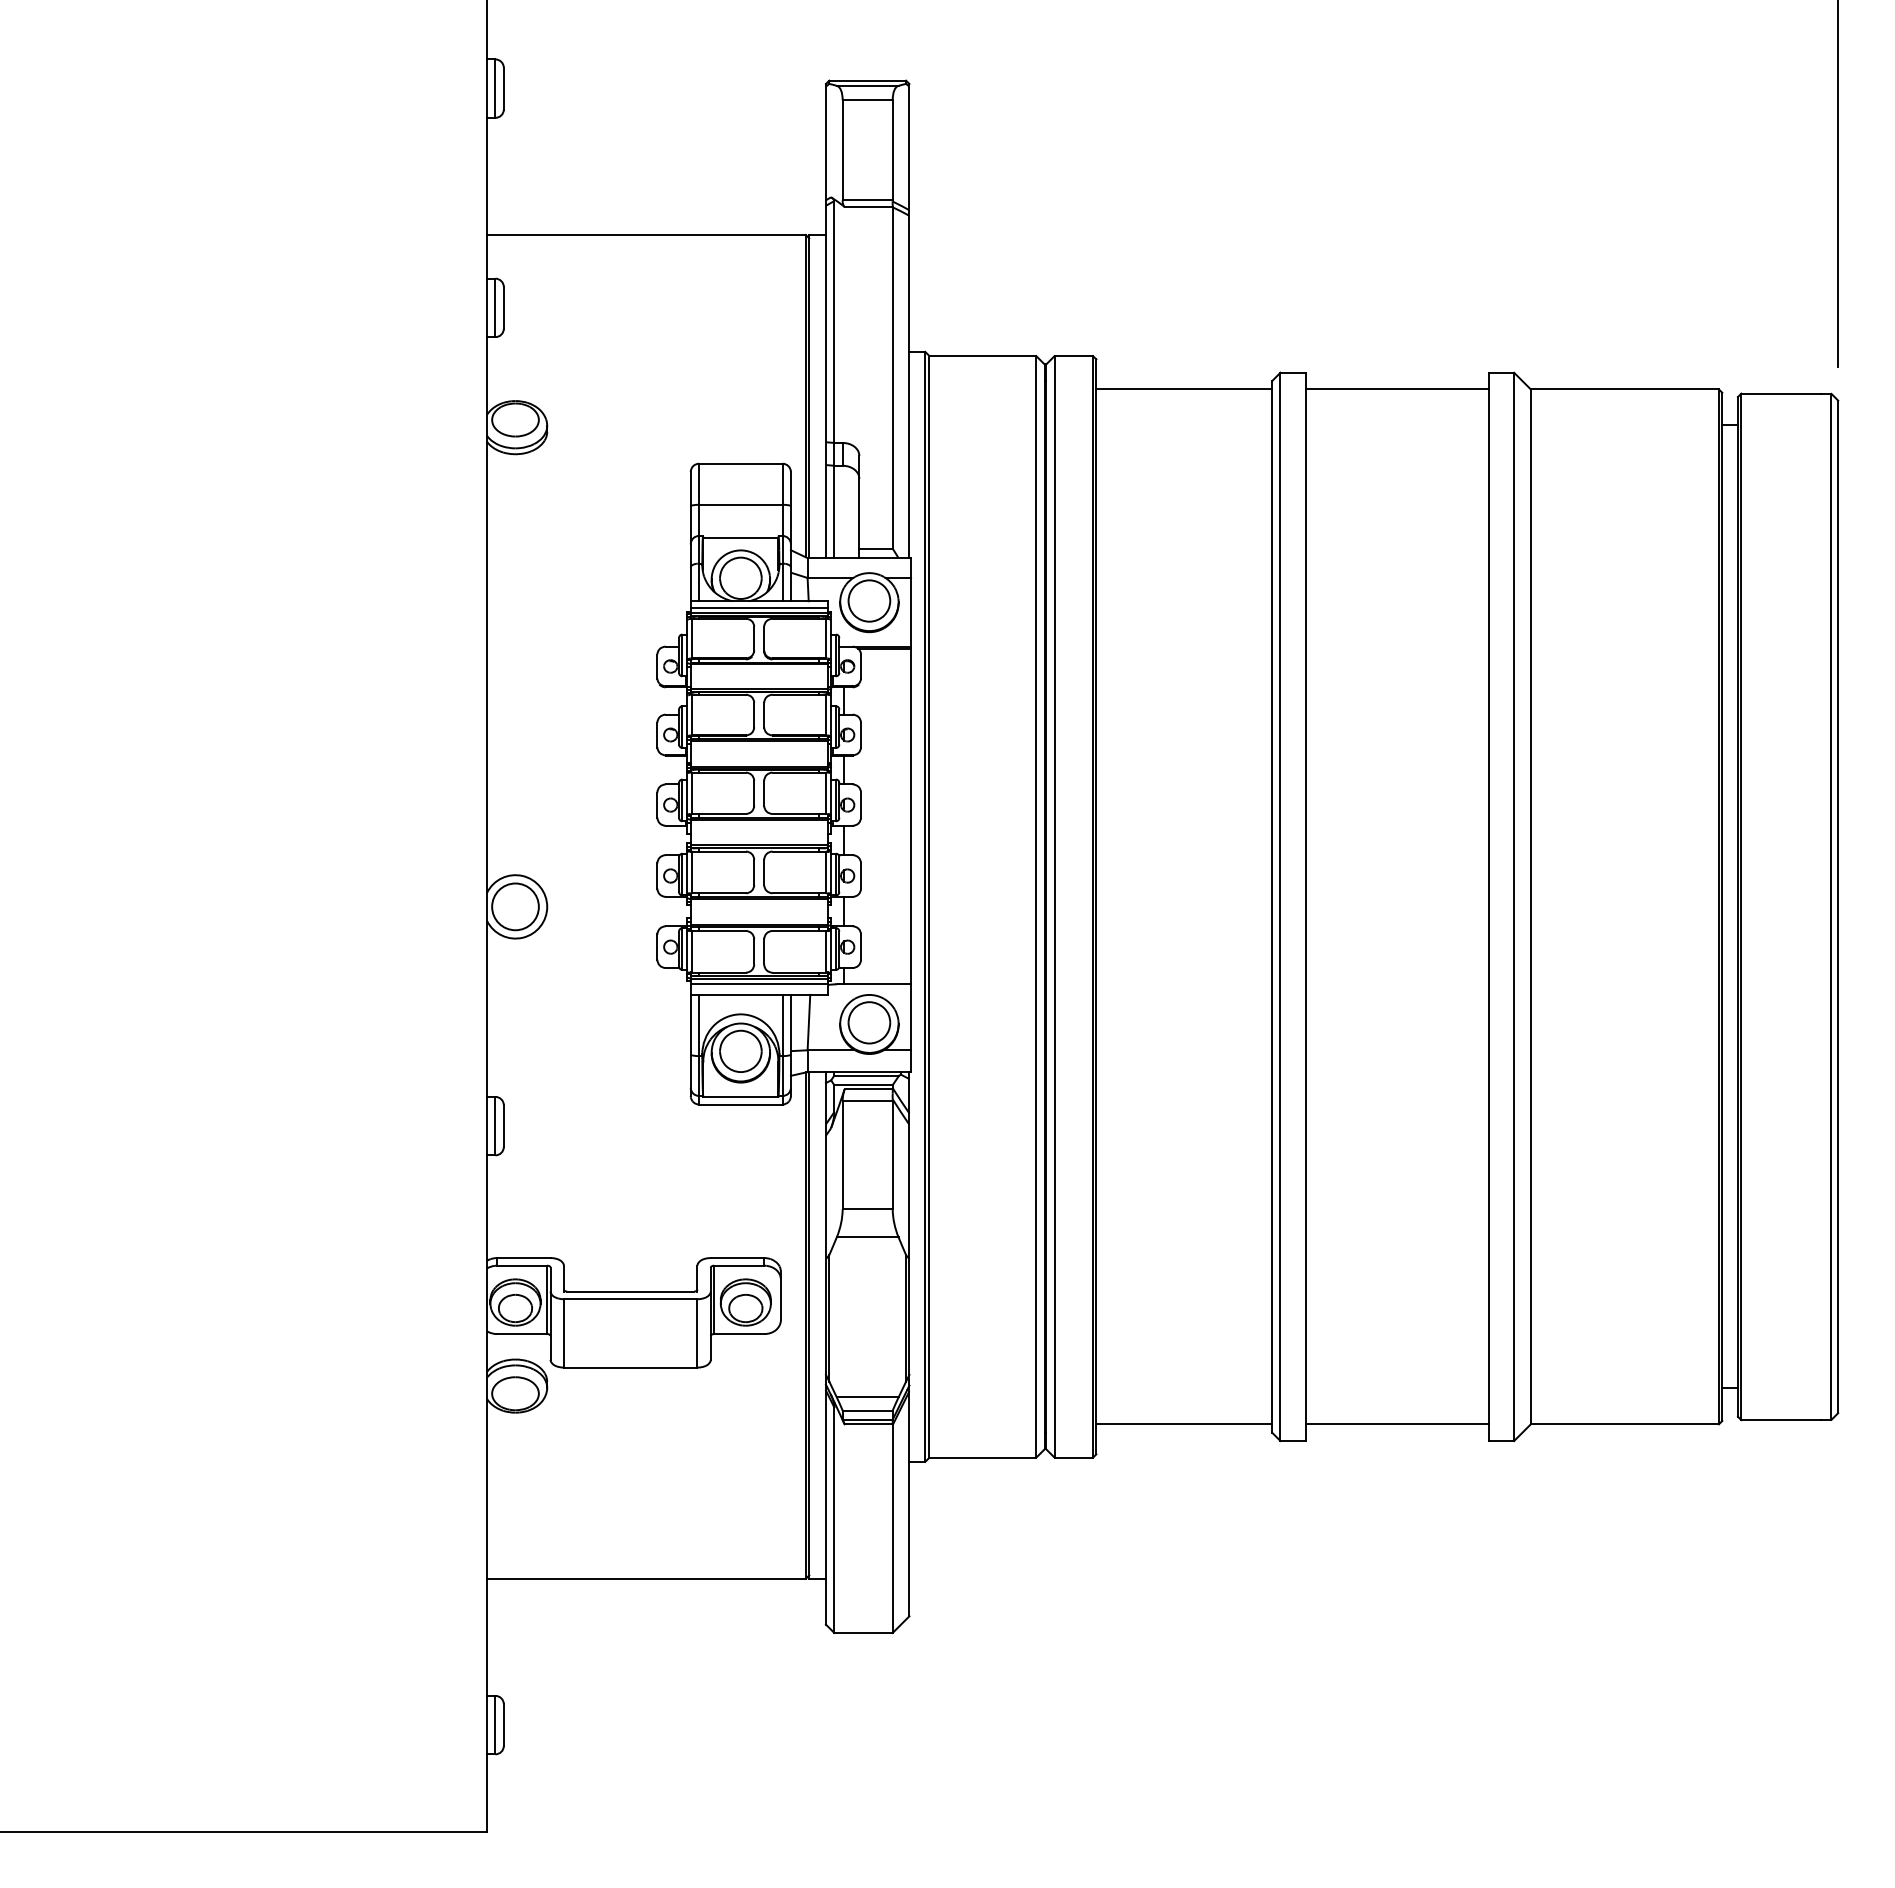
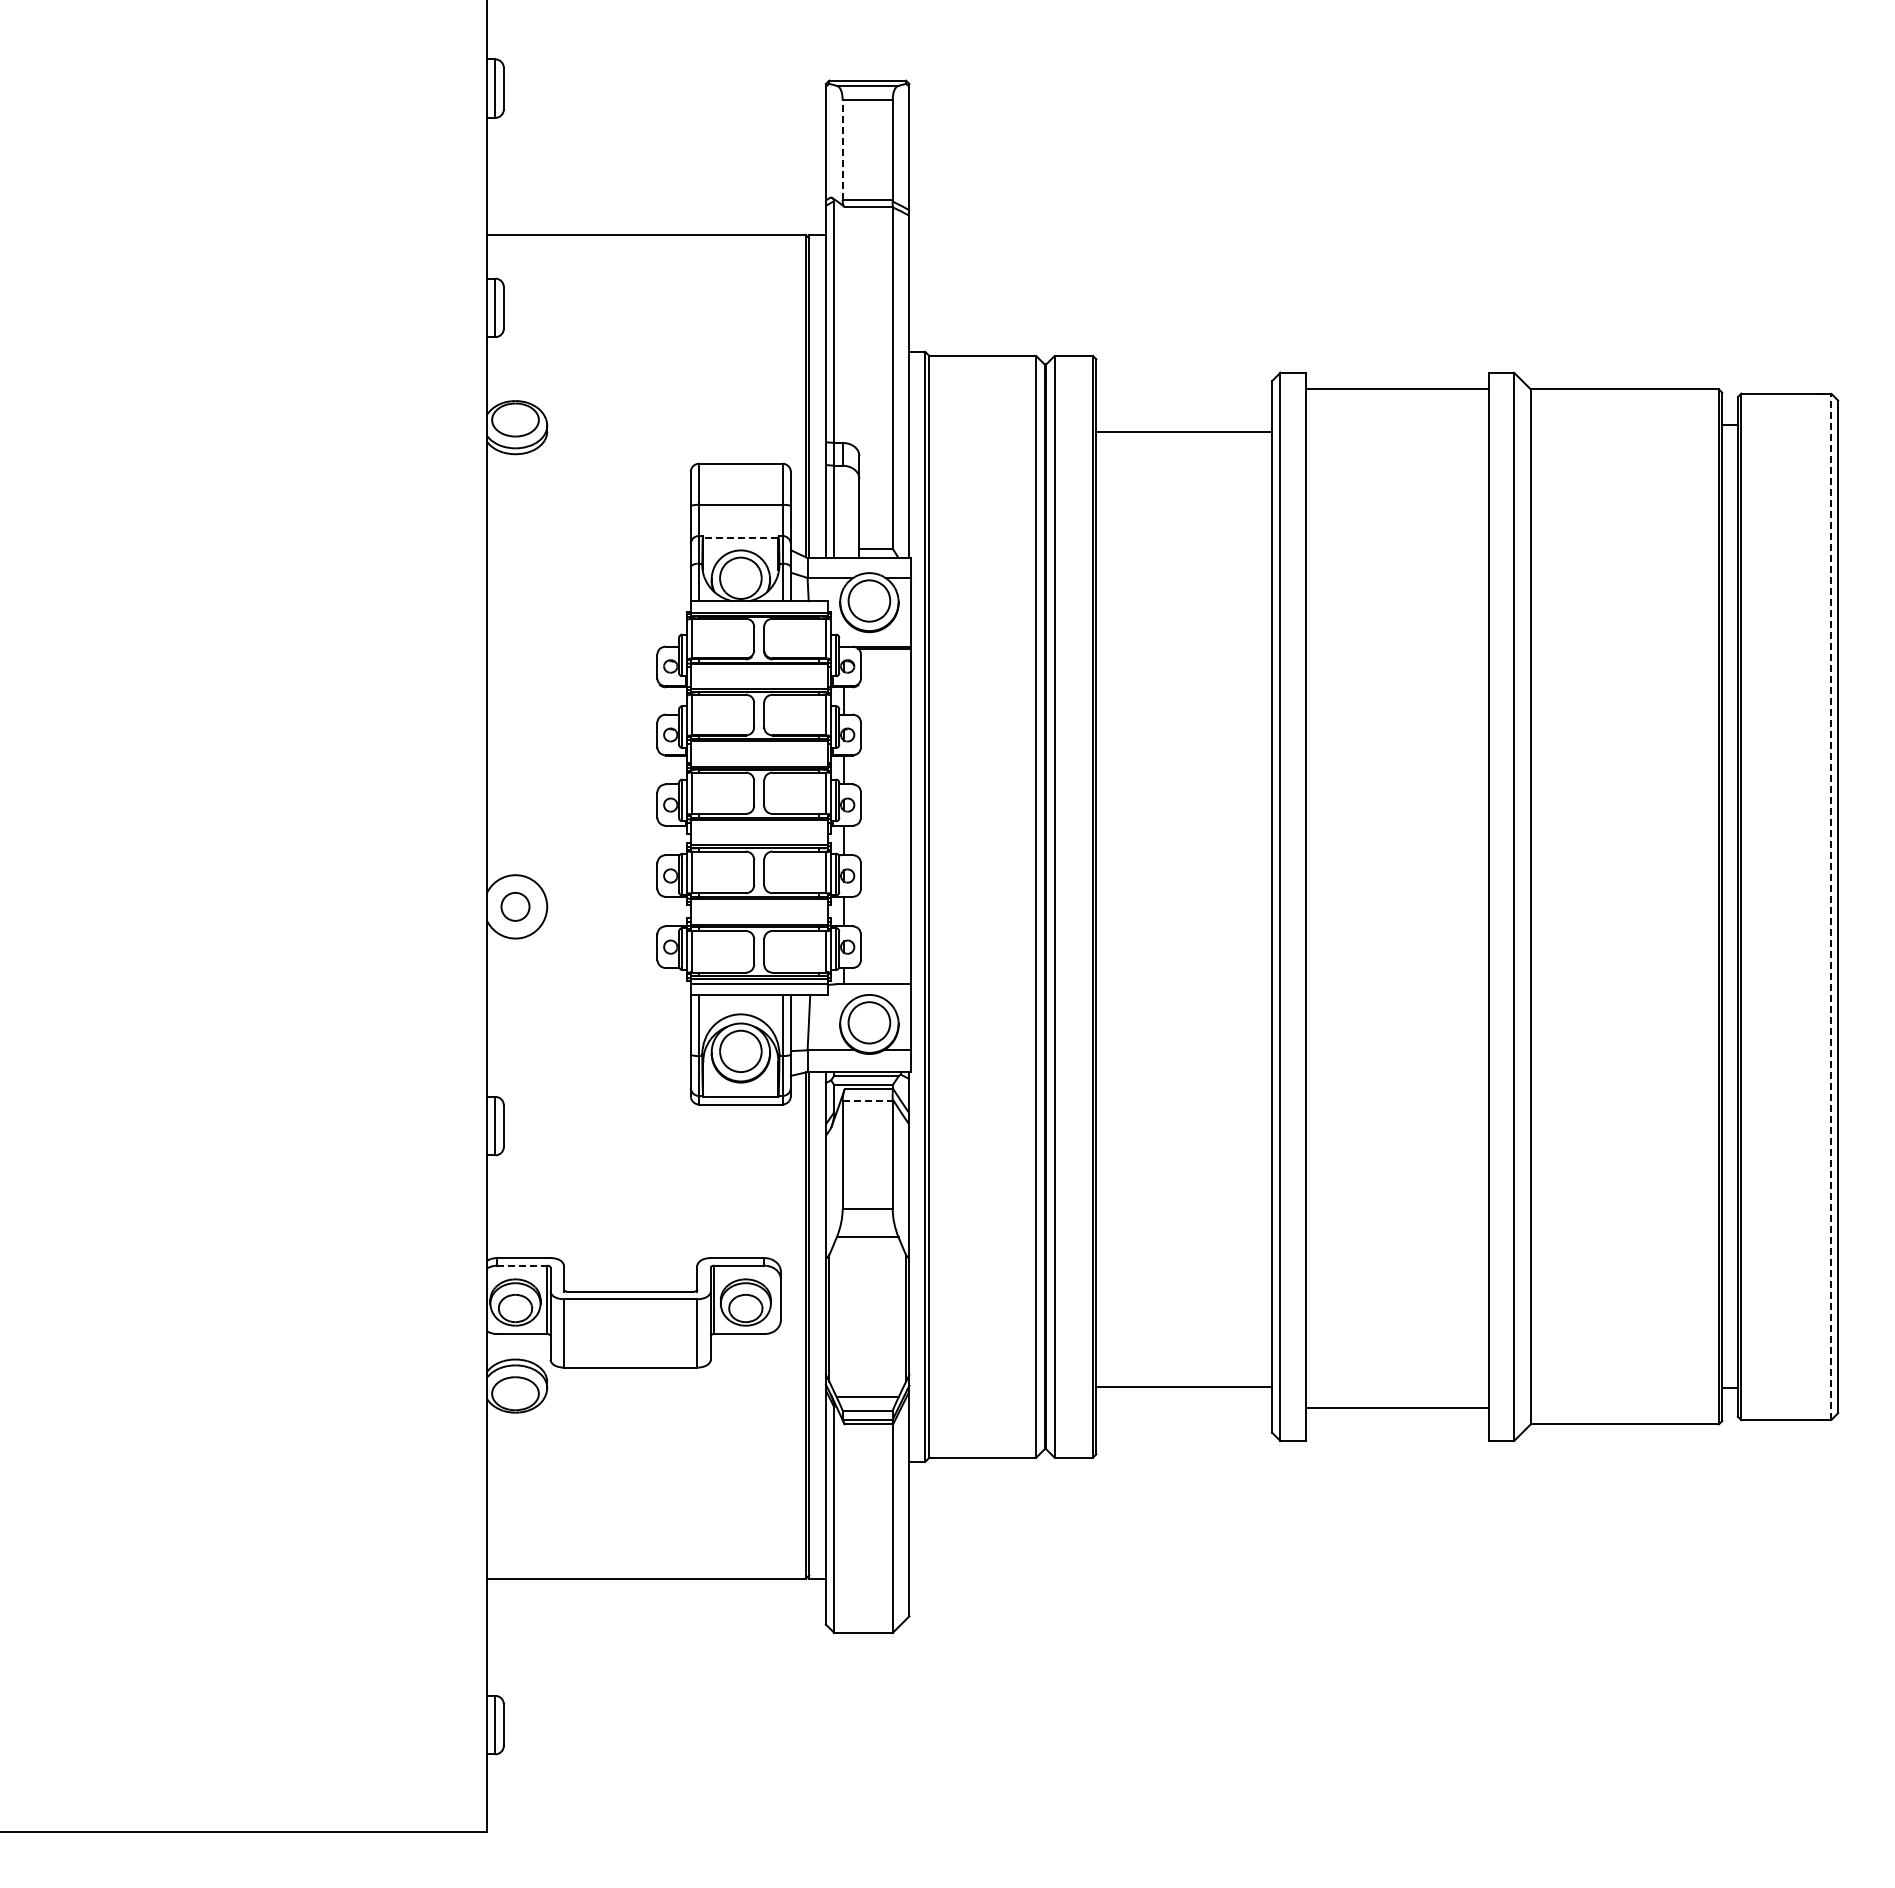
line at (842, 149): solid -> dashed
line at (1838, 184): present -> none
line at (1184, 389) position: (1184, 389) -> (1184, 432)
line at (740, 537): solid -> dashed
line at (758, 608): present -> none
circle at (515, 906) diameter: 47 px -> 28 px
line at (1831, 906): solid -> dashed
line at (868, 1100): solid -> dashed
line at (522, 1265): solid -> dashed
line at (1184, 1424) position: (1184, 1424) -> (1184, 1387)
line at (1397, 1424) position: (1397, 1424) -> (1397, 1408)
